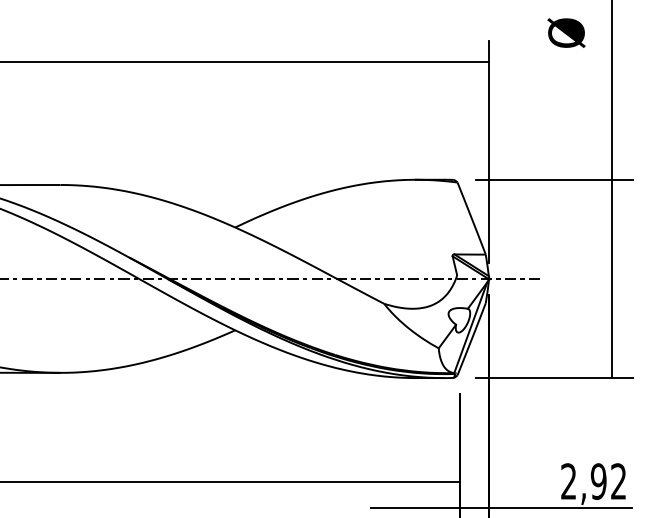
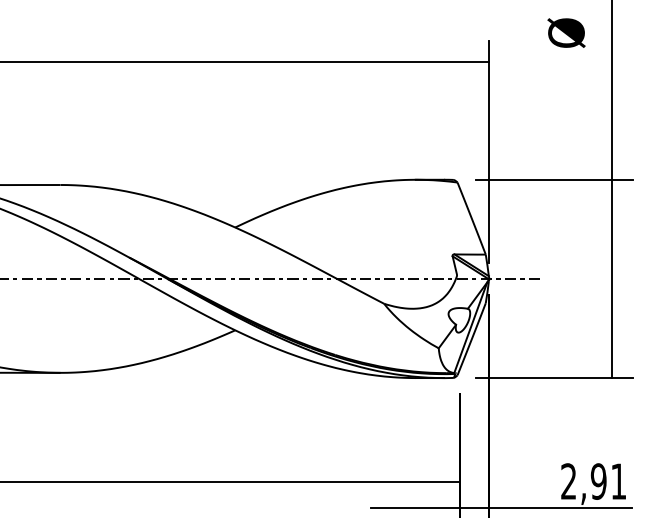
text at (618, 481): 2,92 -> 2,91
